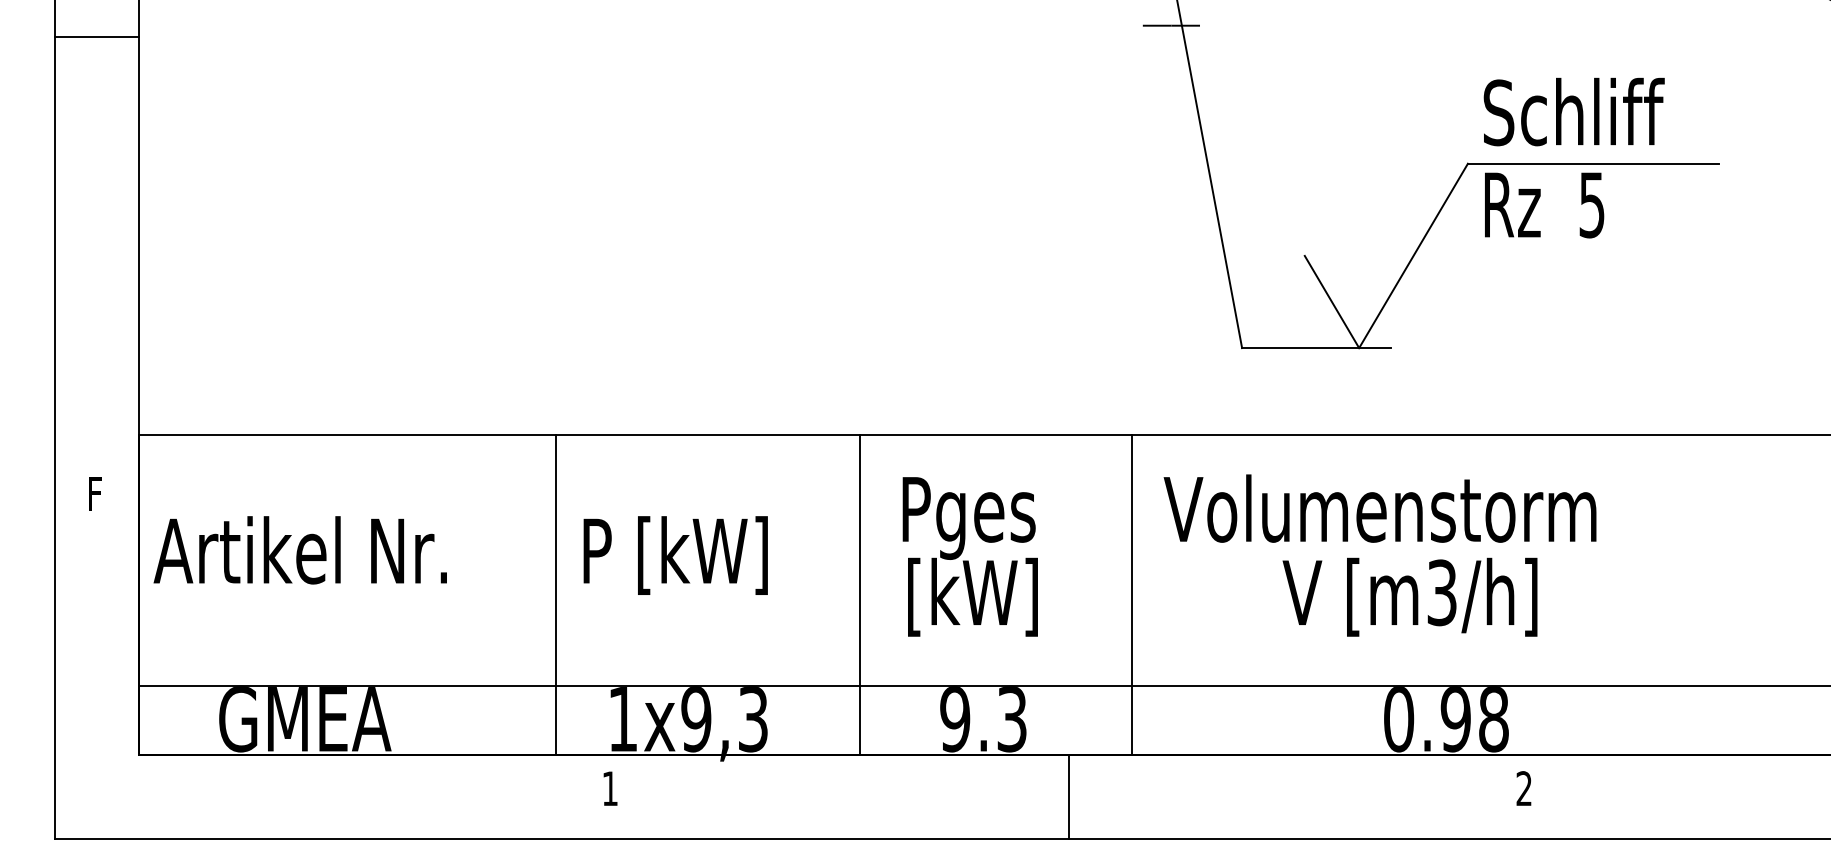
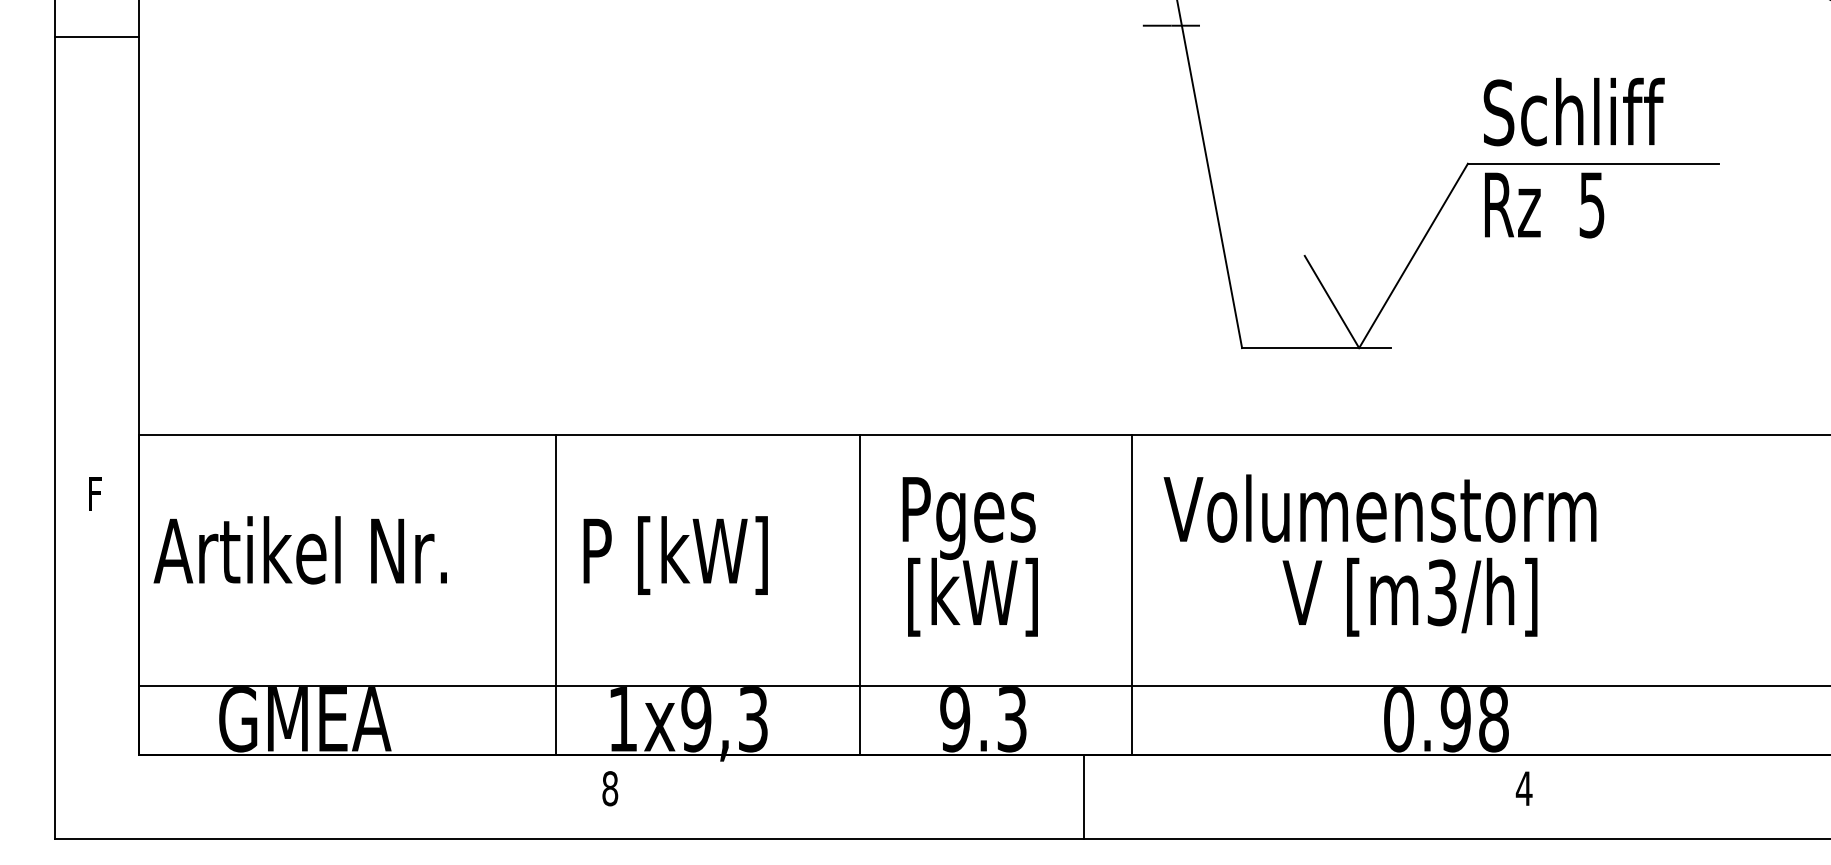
text at (610, 788): 1 -> 8
text at (1523, 788): 2 -> 4
line at (1068, 796) position: (1068, 796) -> (1083, 796)
